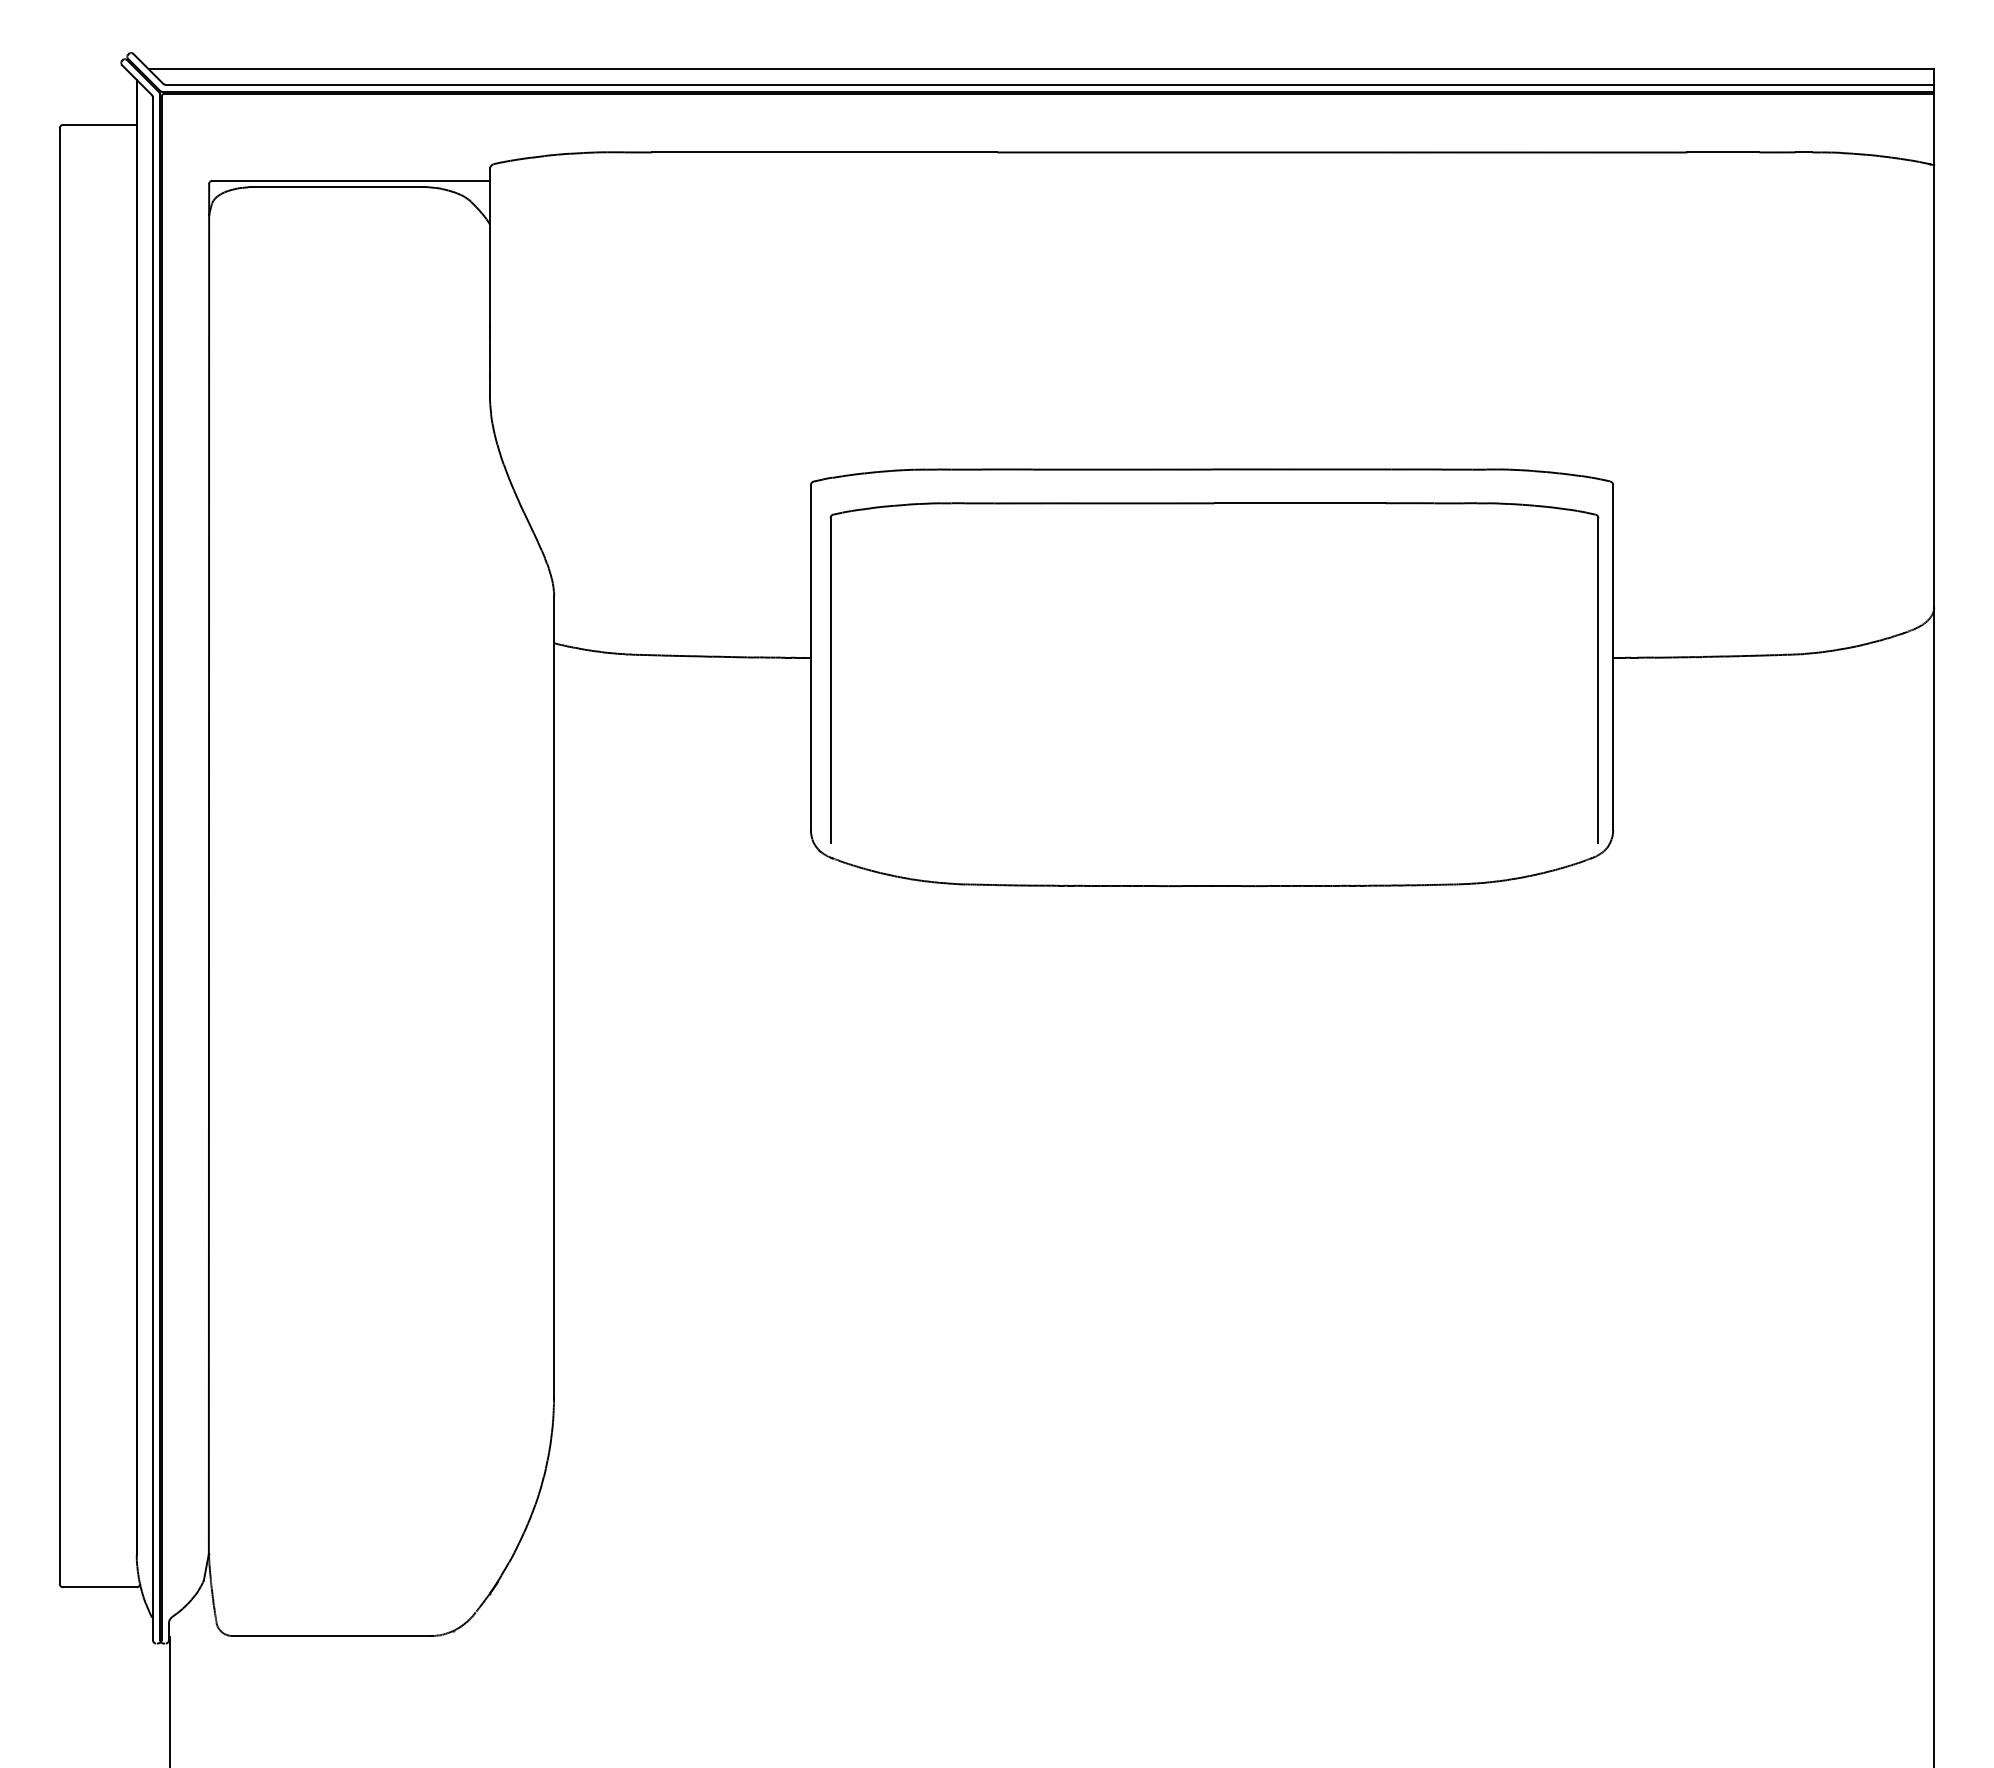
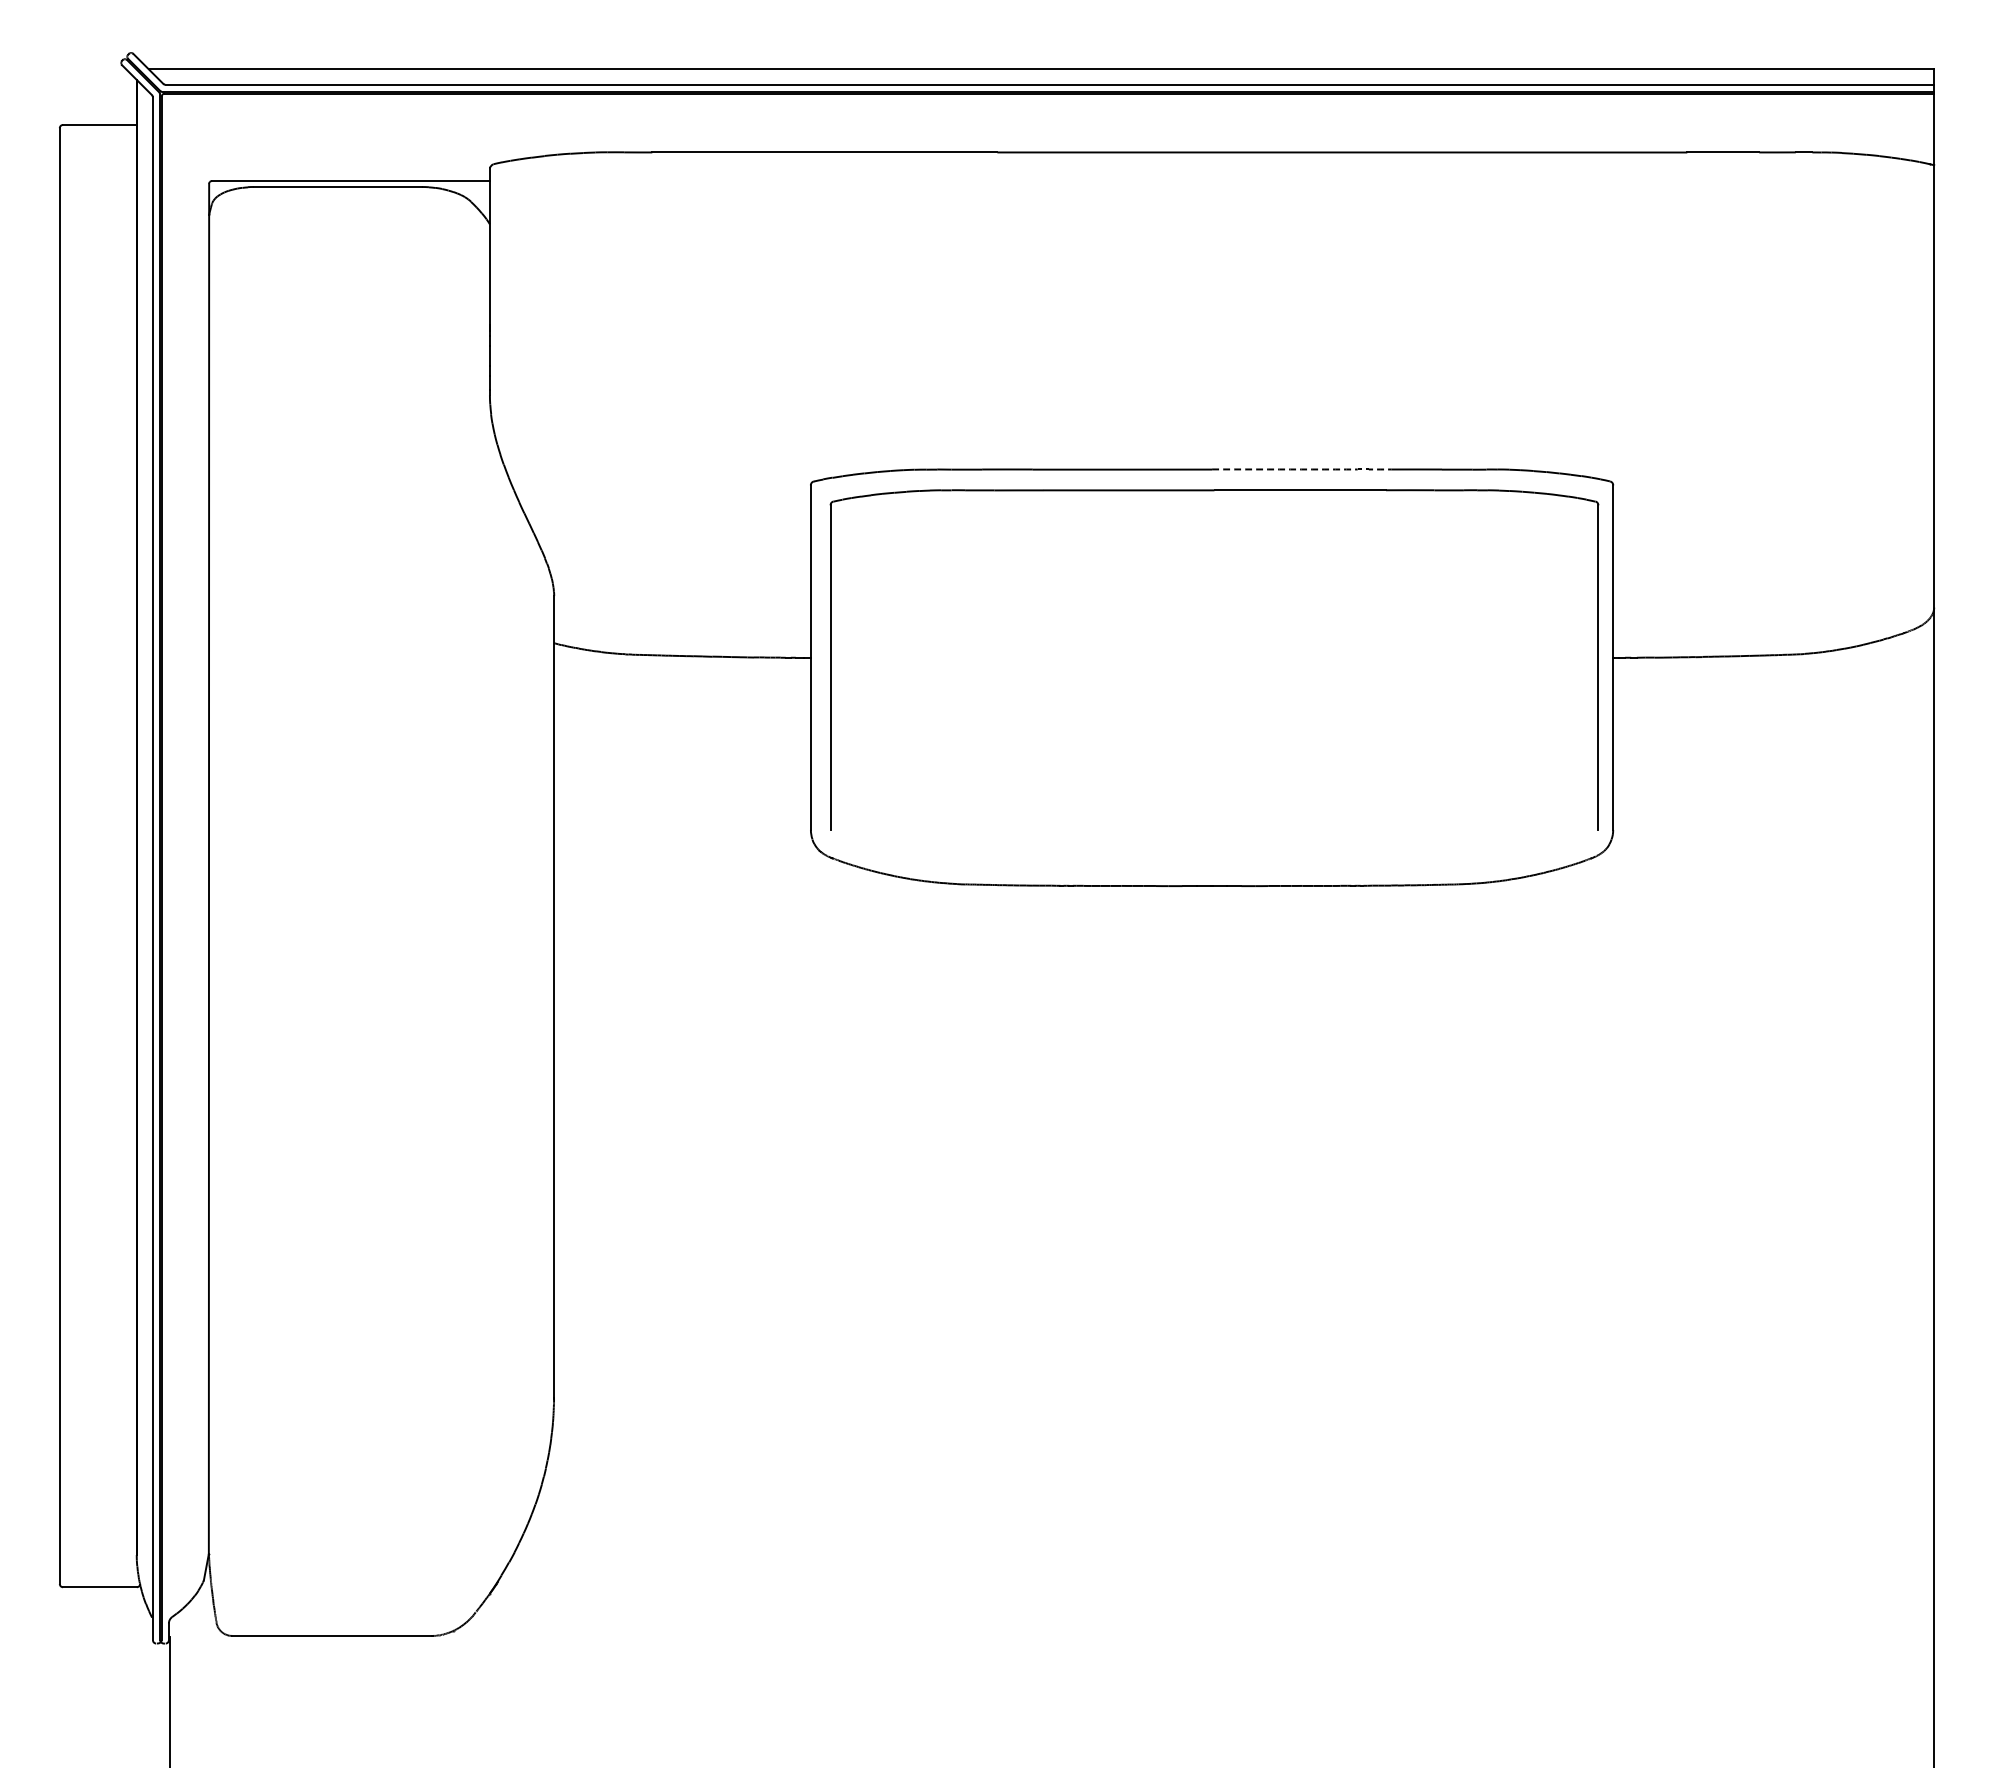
arc at (1301, 469): solid -> dashed
part at (1214, 504) position: (1214, 504) -> (1214, 491)
